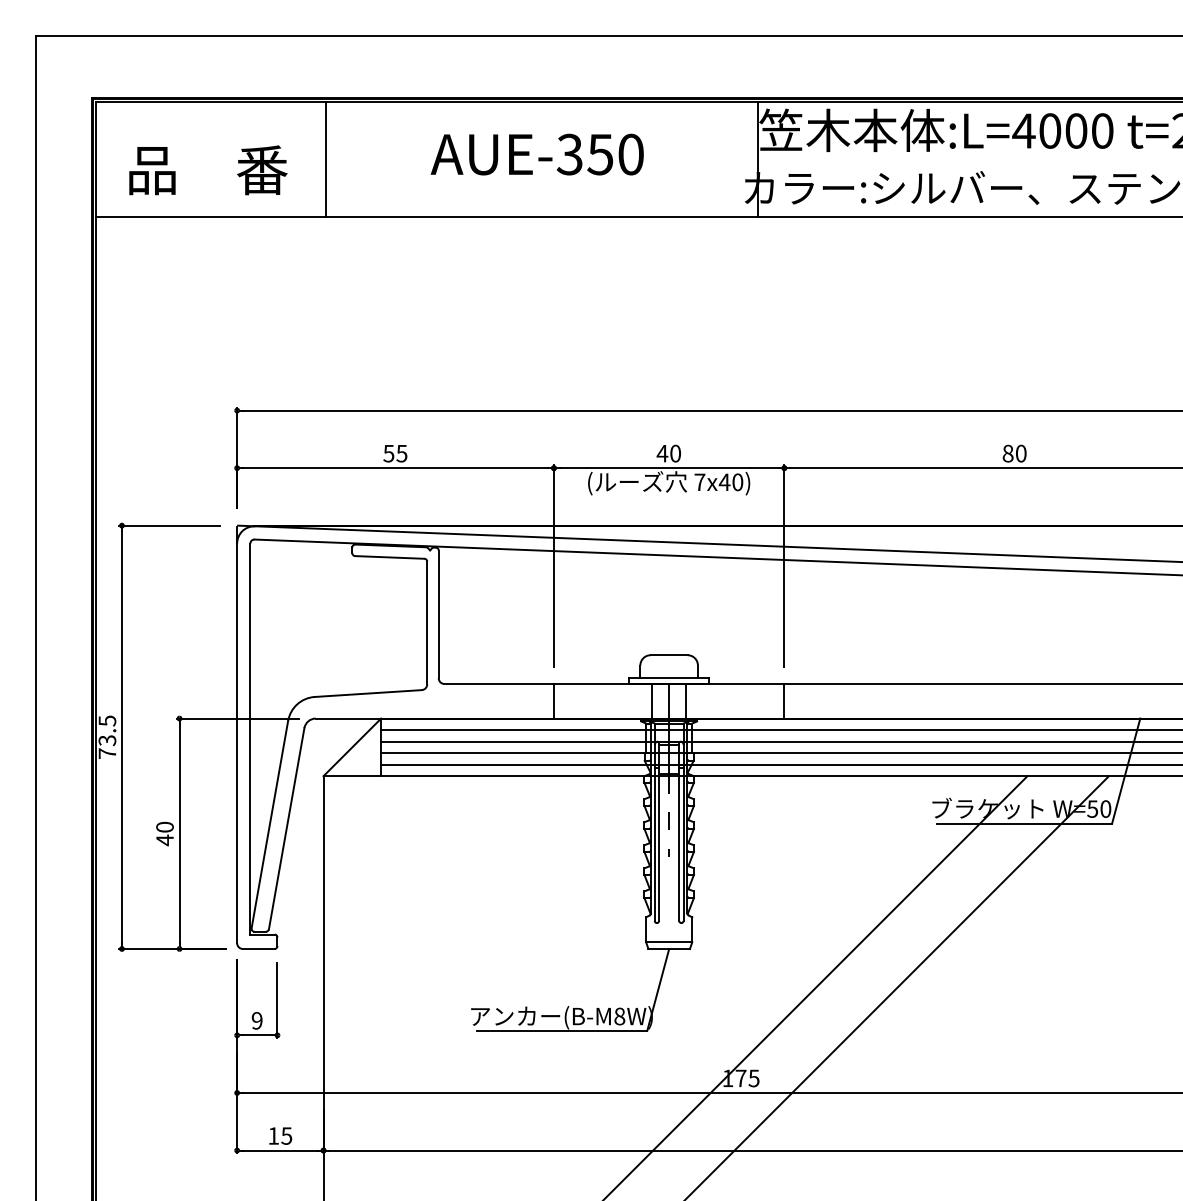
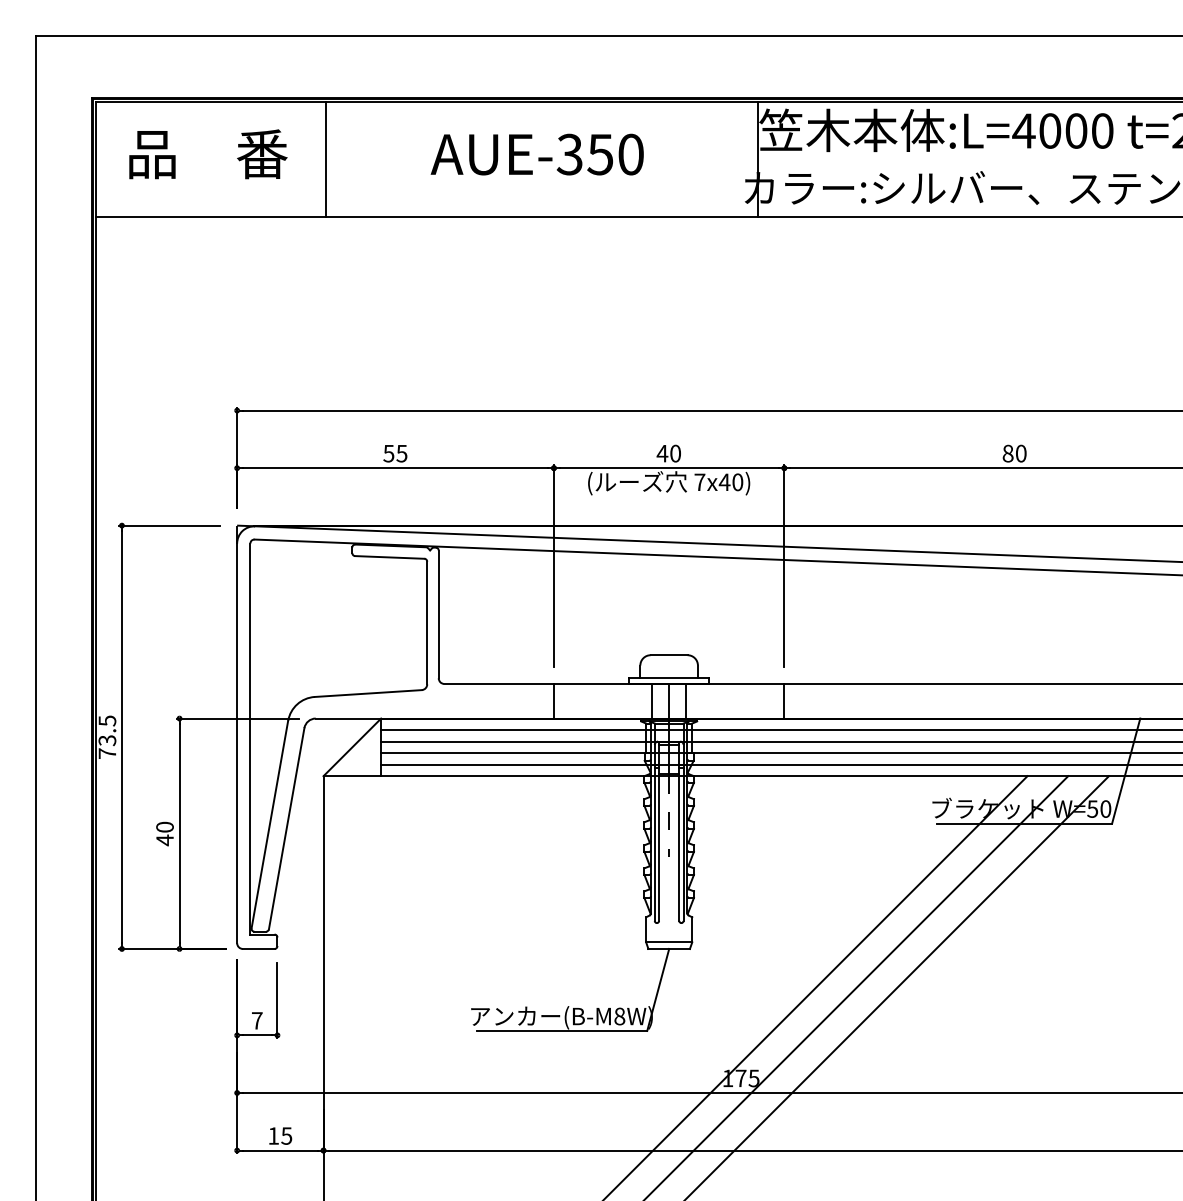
text at (208, 170) position: (208, 170) -> (208, 154)
line at (857, 986): none -> present
text at (256, 1020): 9 -> 7
